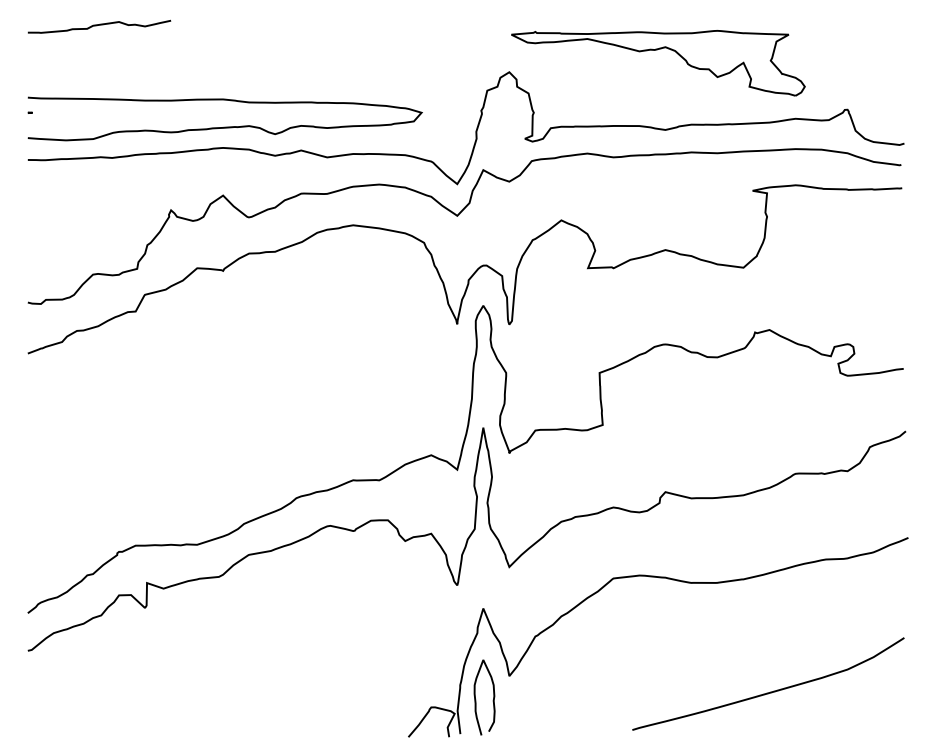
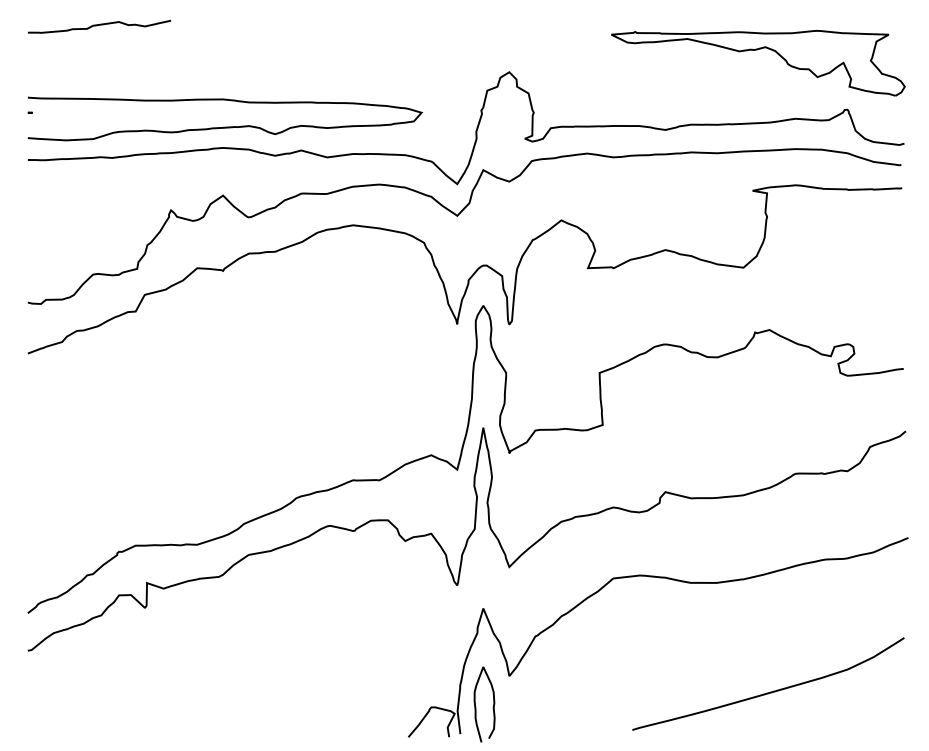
part at (657, 50) position: (657, 50) -> (757, 50)
curve at (476, 699) position: (476, 699) -> (476, 706)
